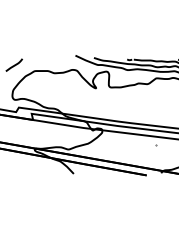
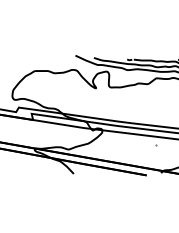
line at (14, 64): present -> none
